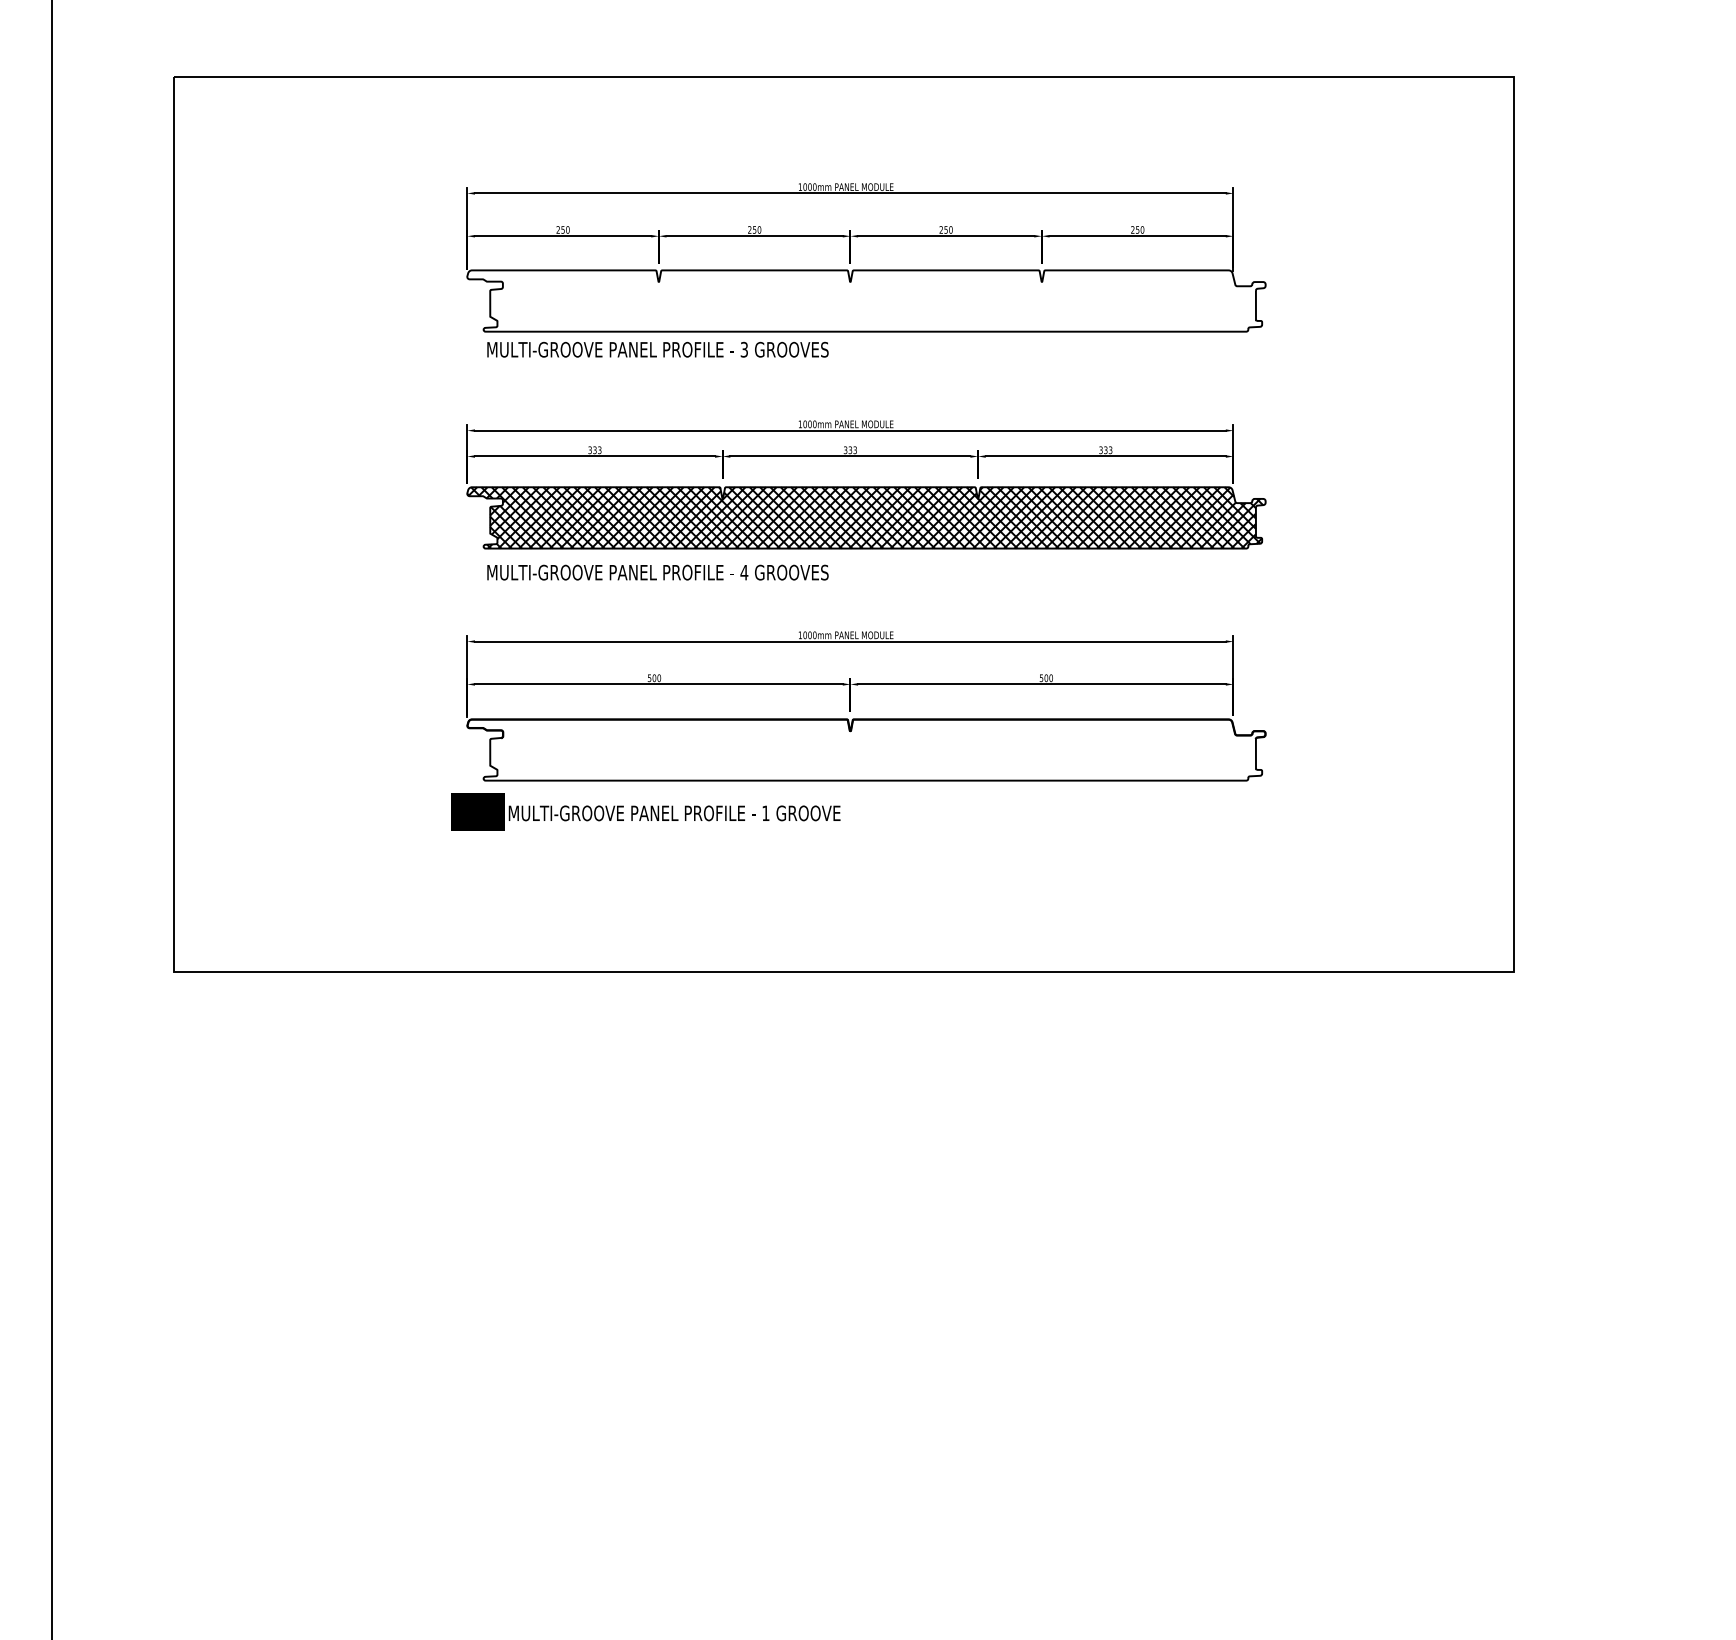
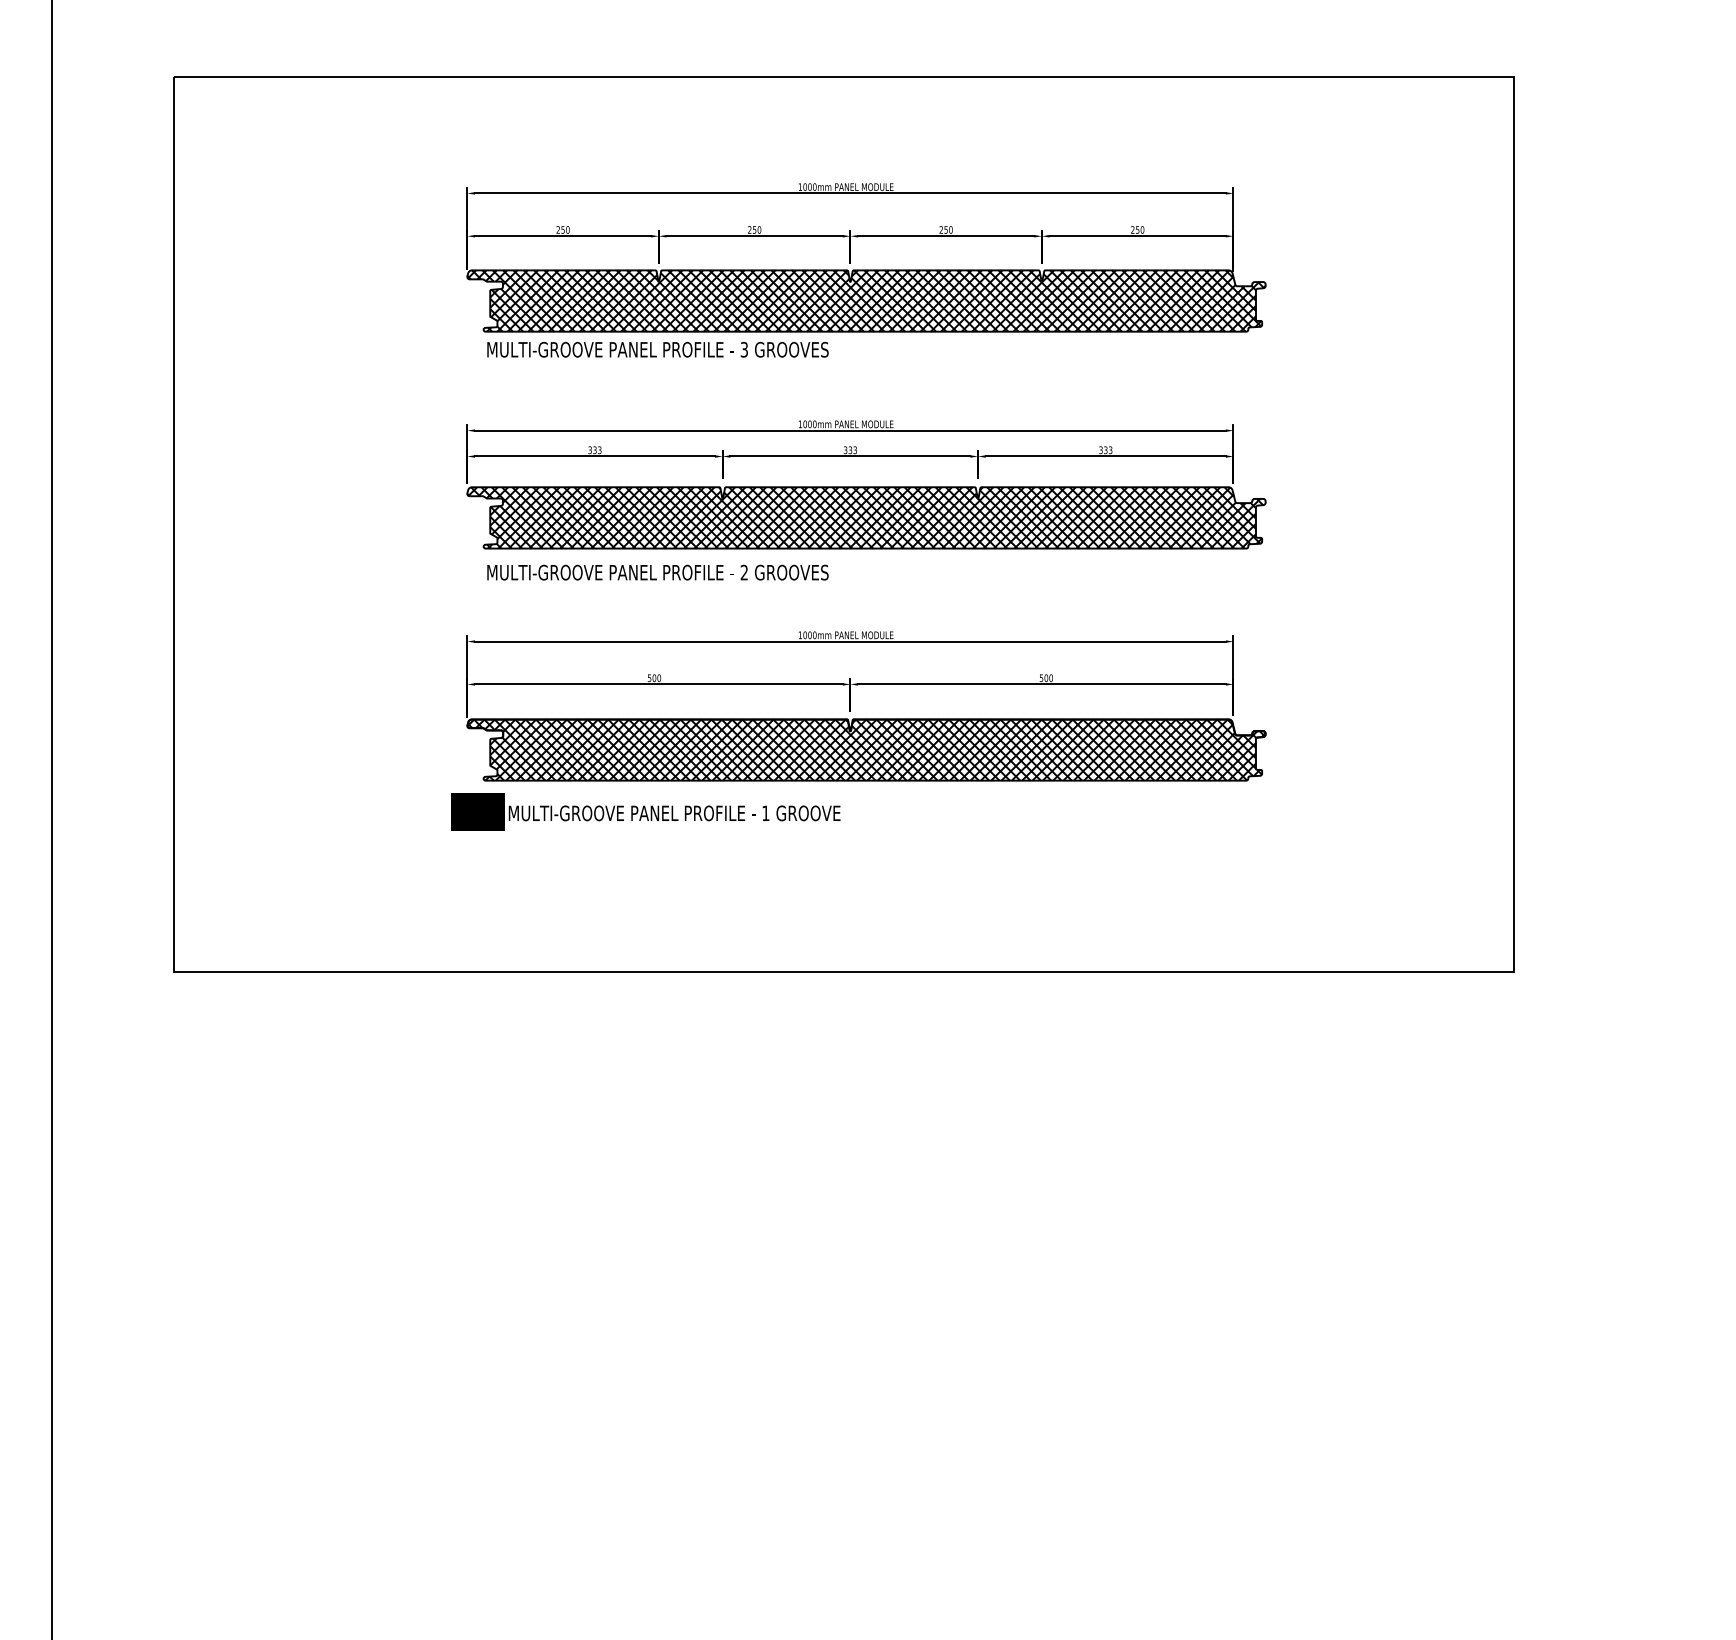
hatch at (866, 300): none -> present
text at (744, 572): 4 -> 2
hatch at (866, 749): none -> present
